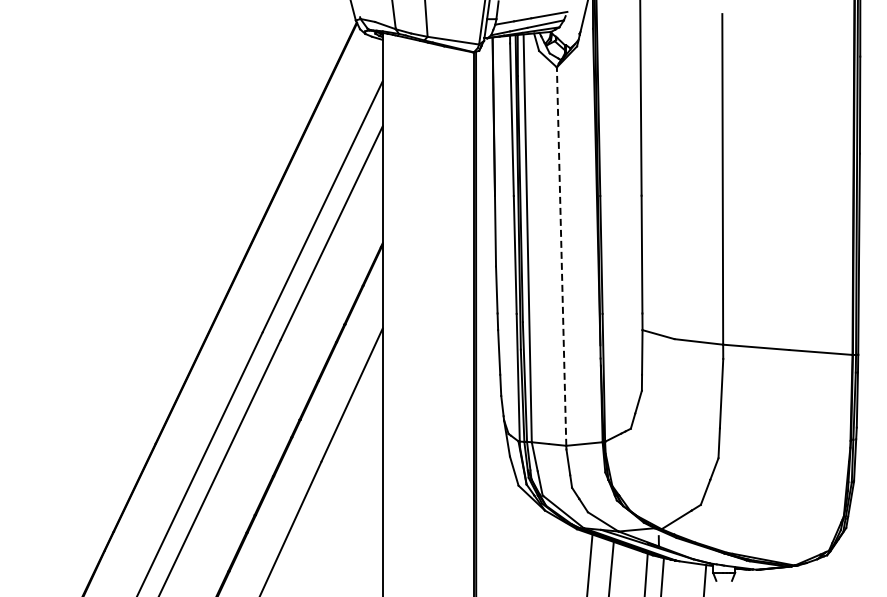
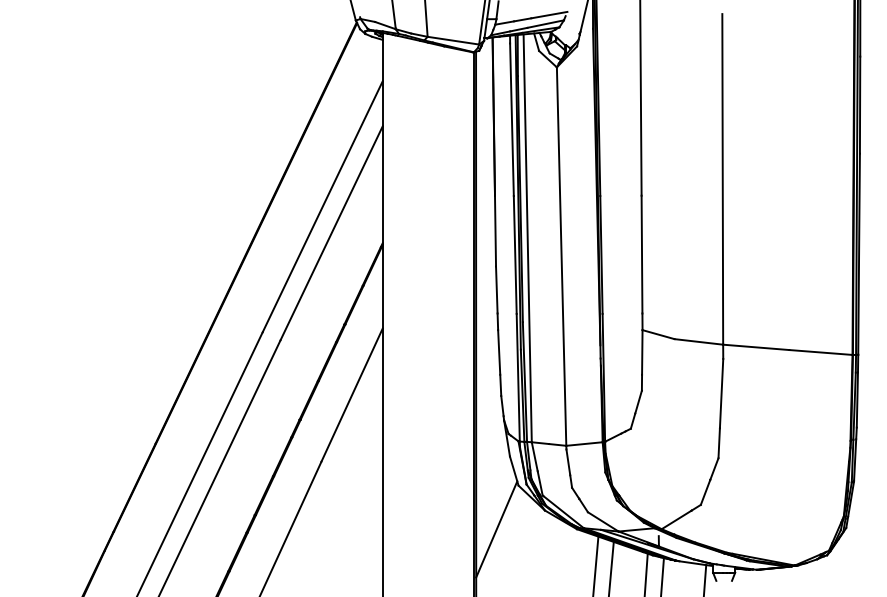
line at (561, 256): dashed -> solid
line at (496, 529): none -> present
line at (589, 564) position: (589, 564) -> (595, 564)
